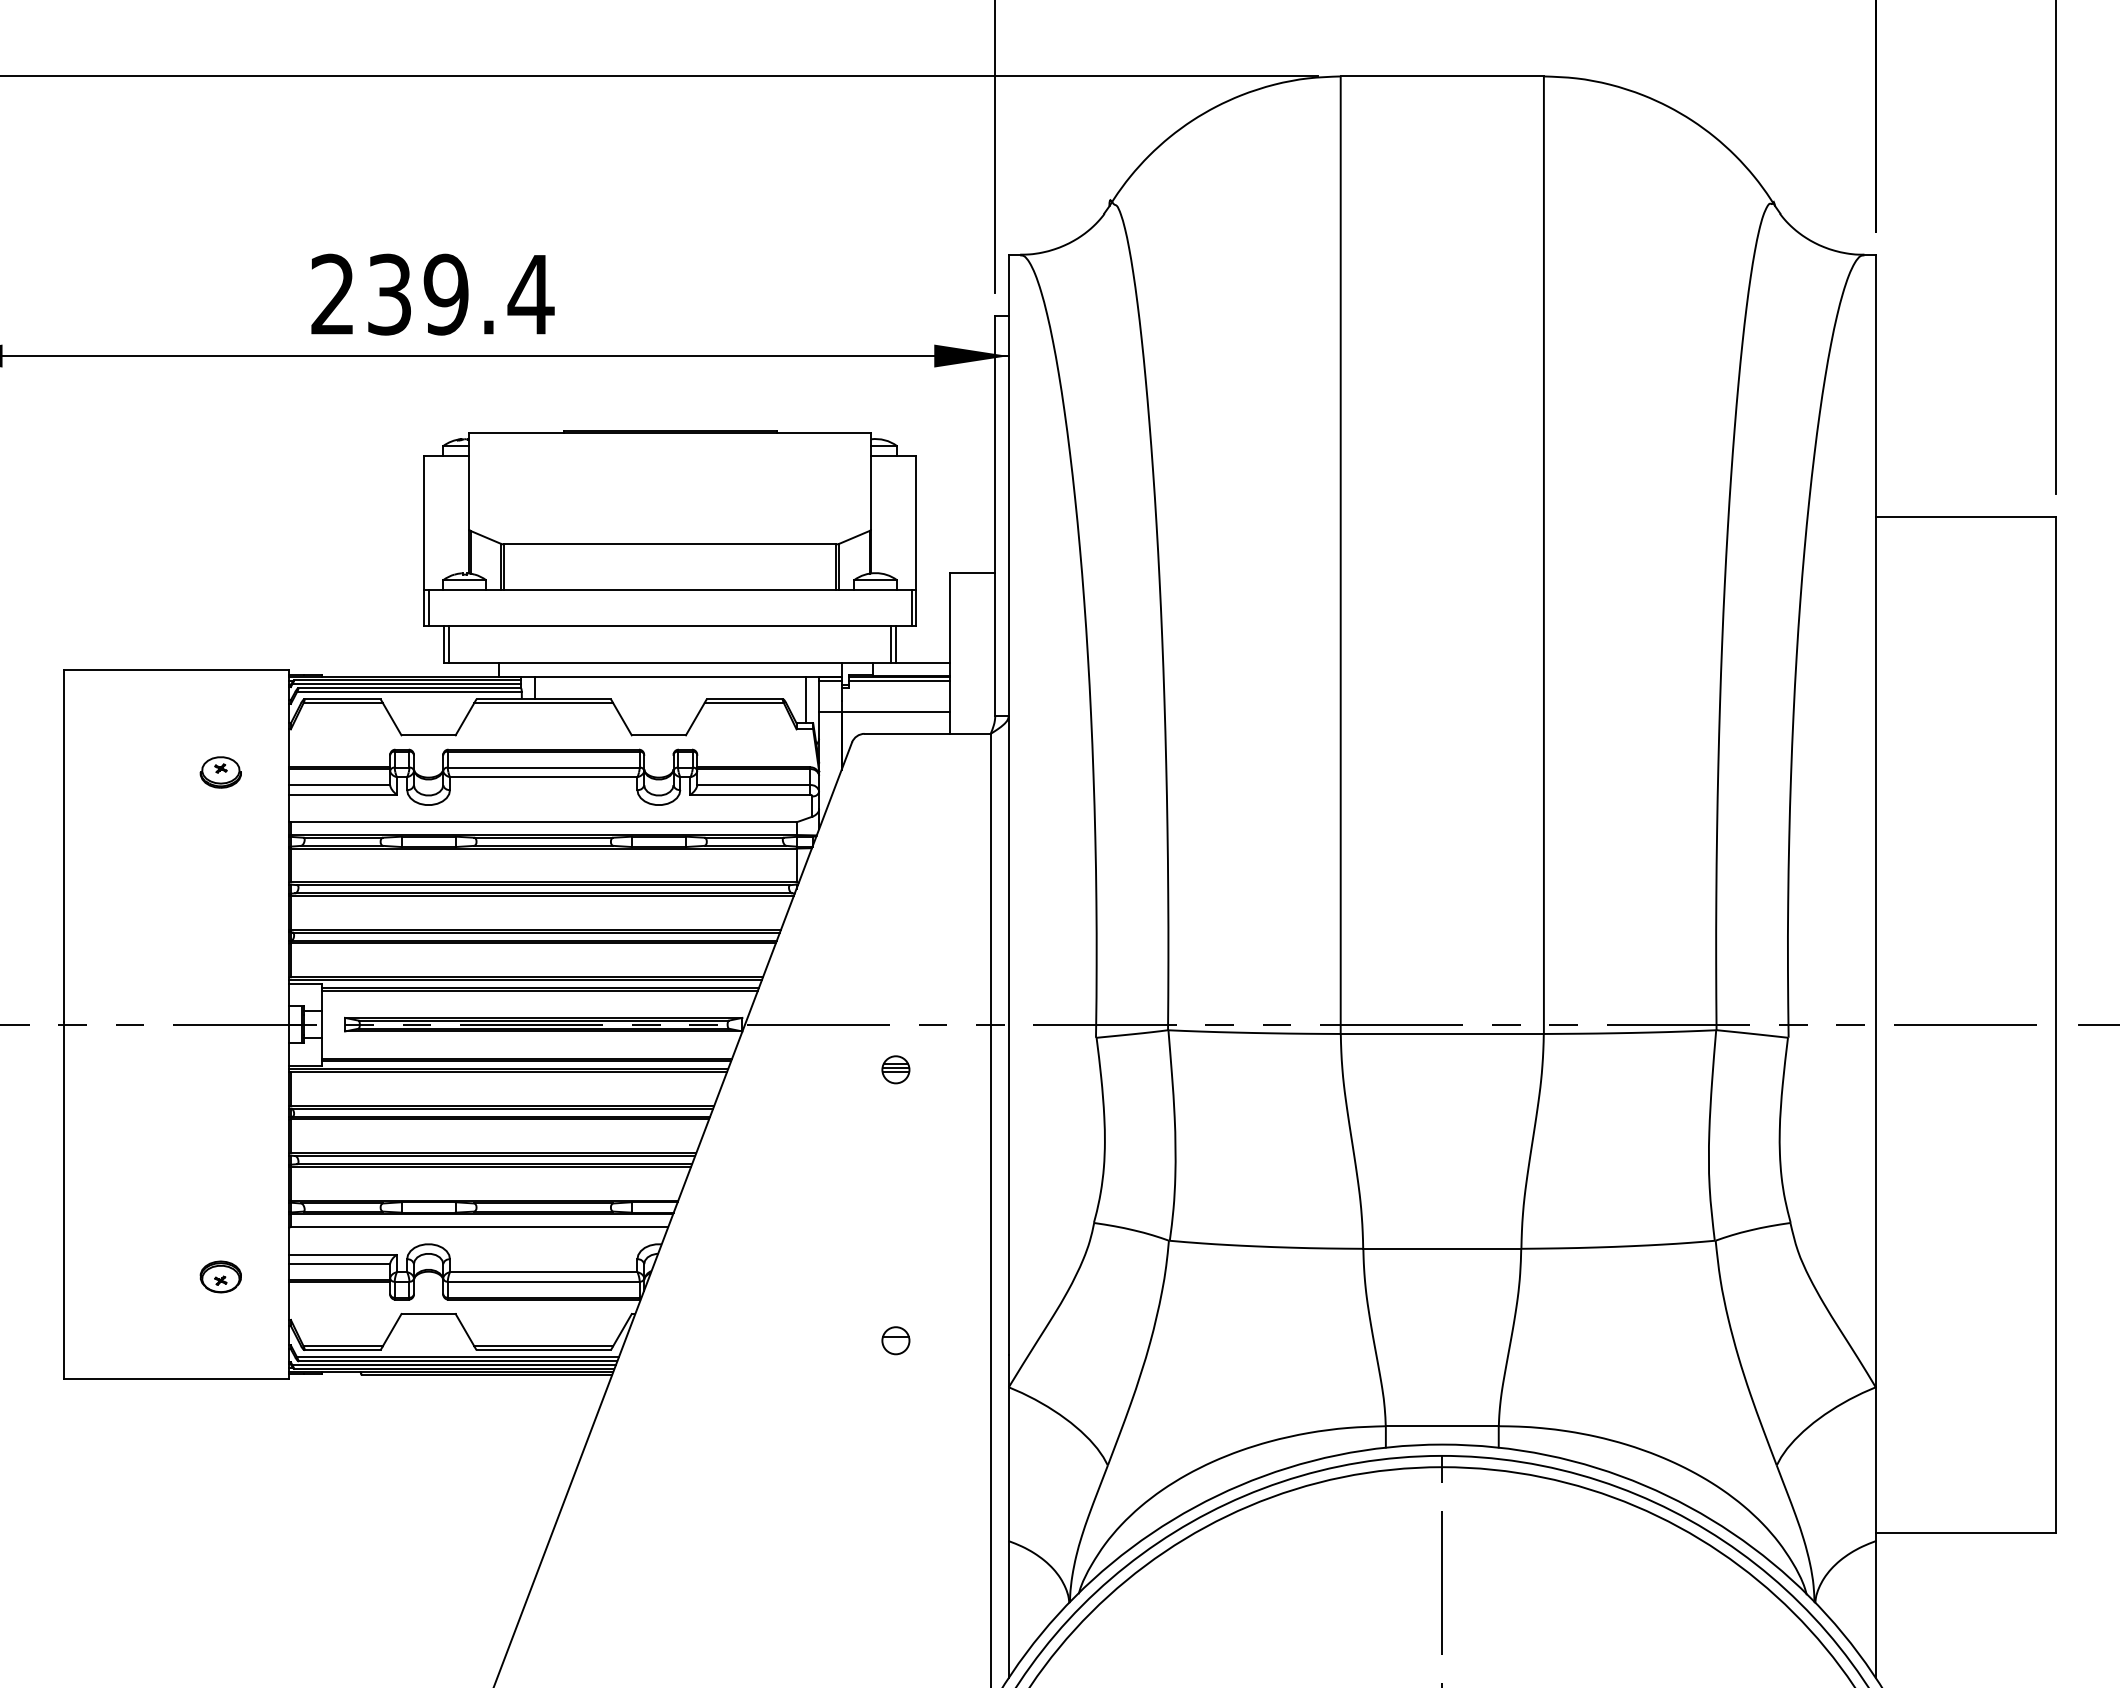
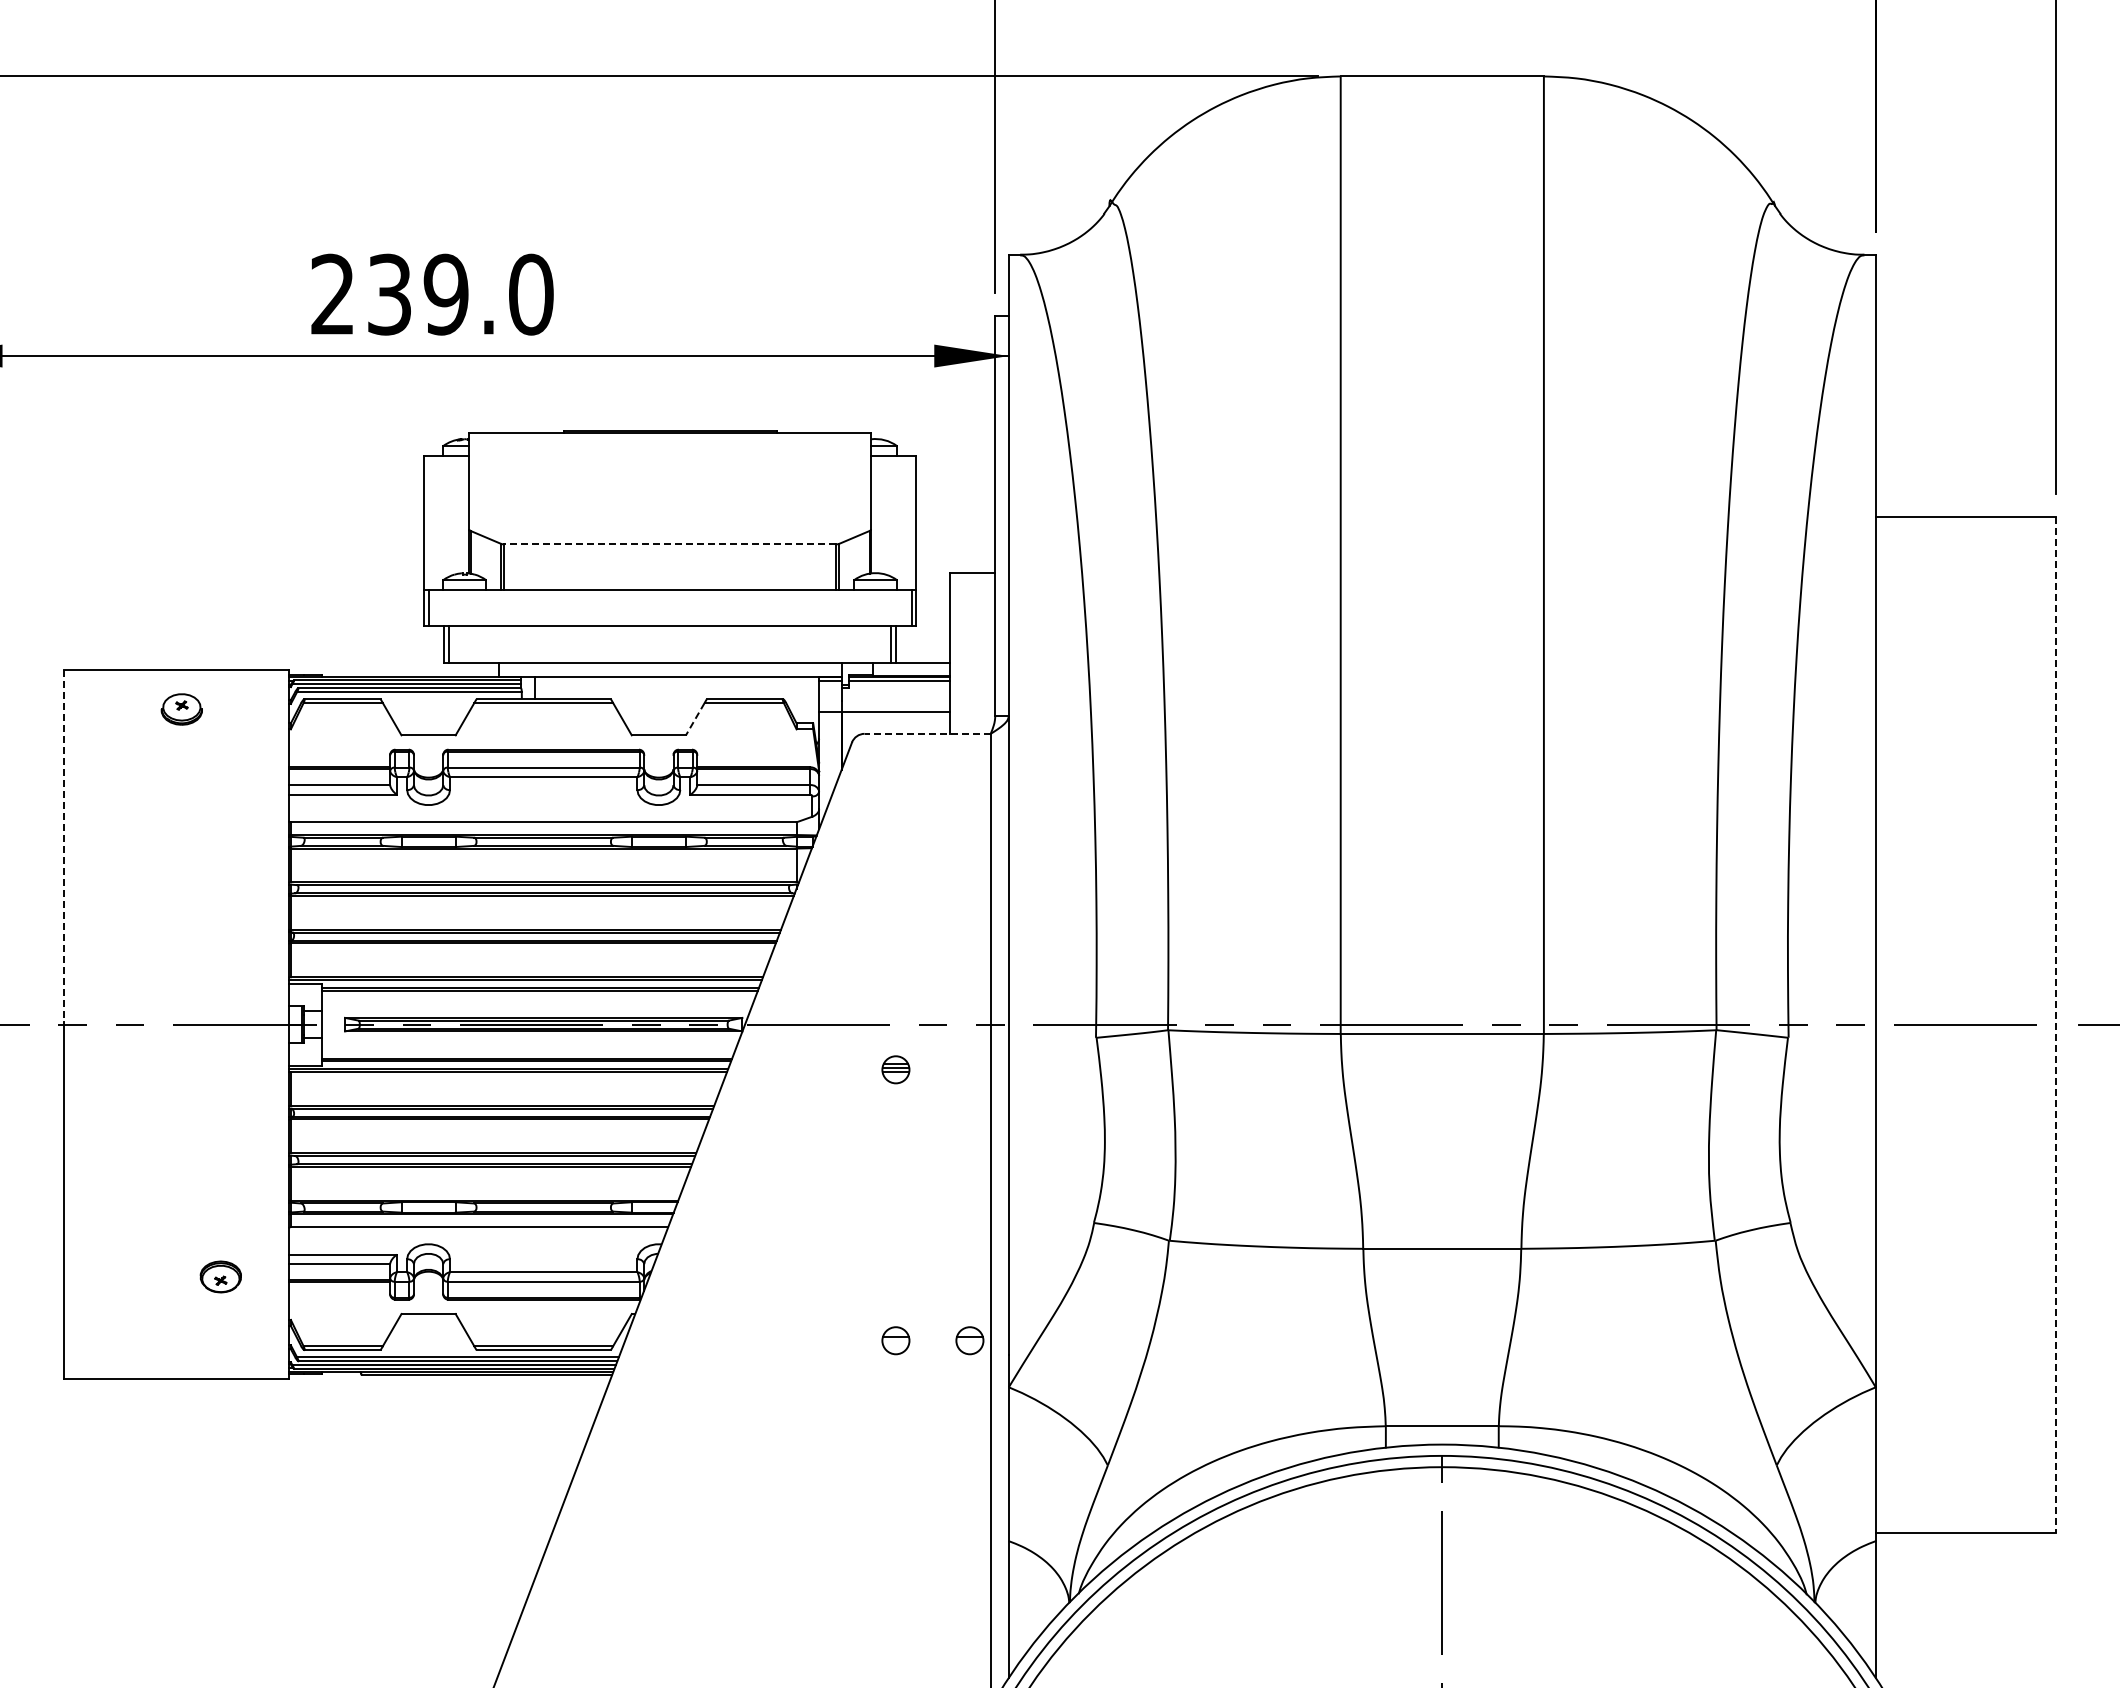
text at (530, 294): 239.4 -> 239.0
line at (669, 544): solid -> dashed
line at (805, 699): present -> none
line at (695, 719): solid -> dashed
line at (927, 733): solid -> dashed
part at (220, 772) position: (220, 772) -> (181, 709)
line at (63, 846): solid -> dashed
line at (2056, 1024): solid -> dashed
part at (969, 1340): none -> present
